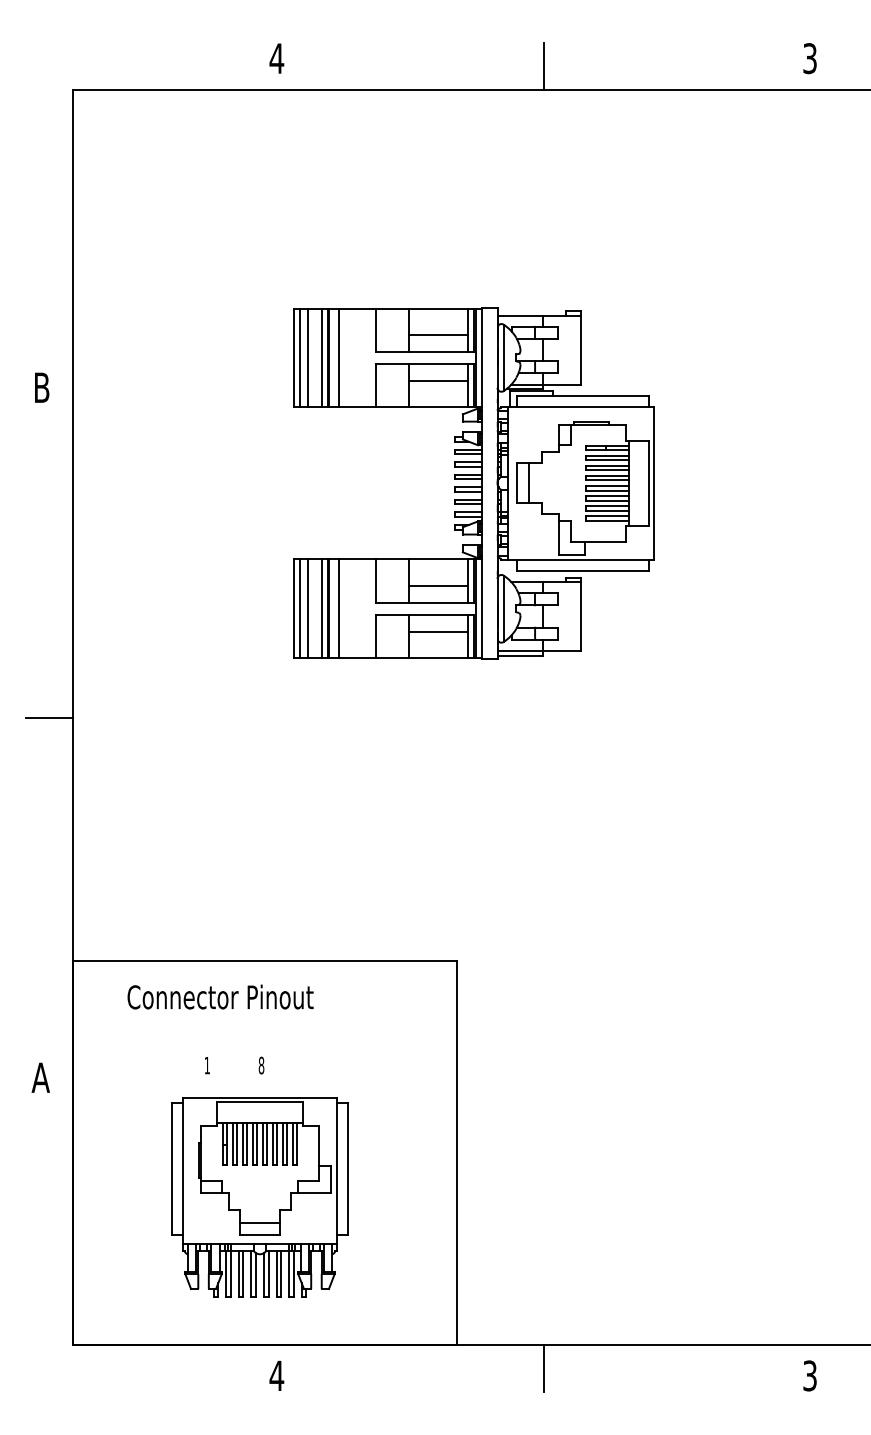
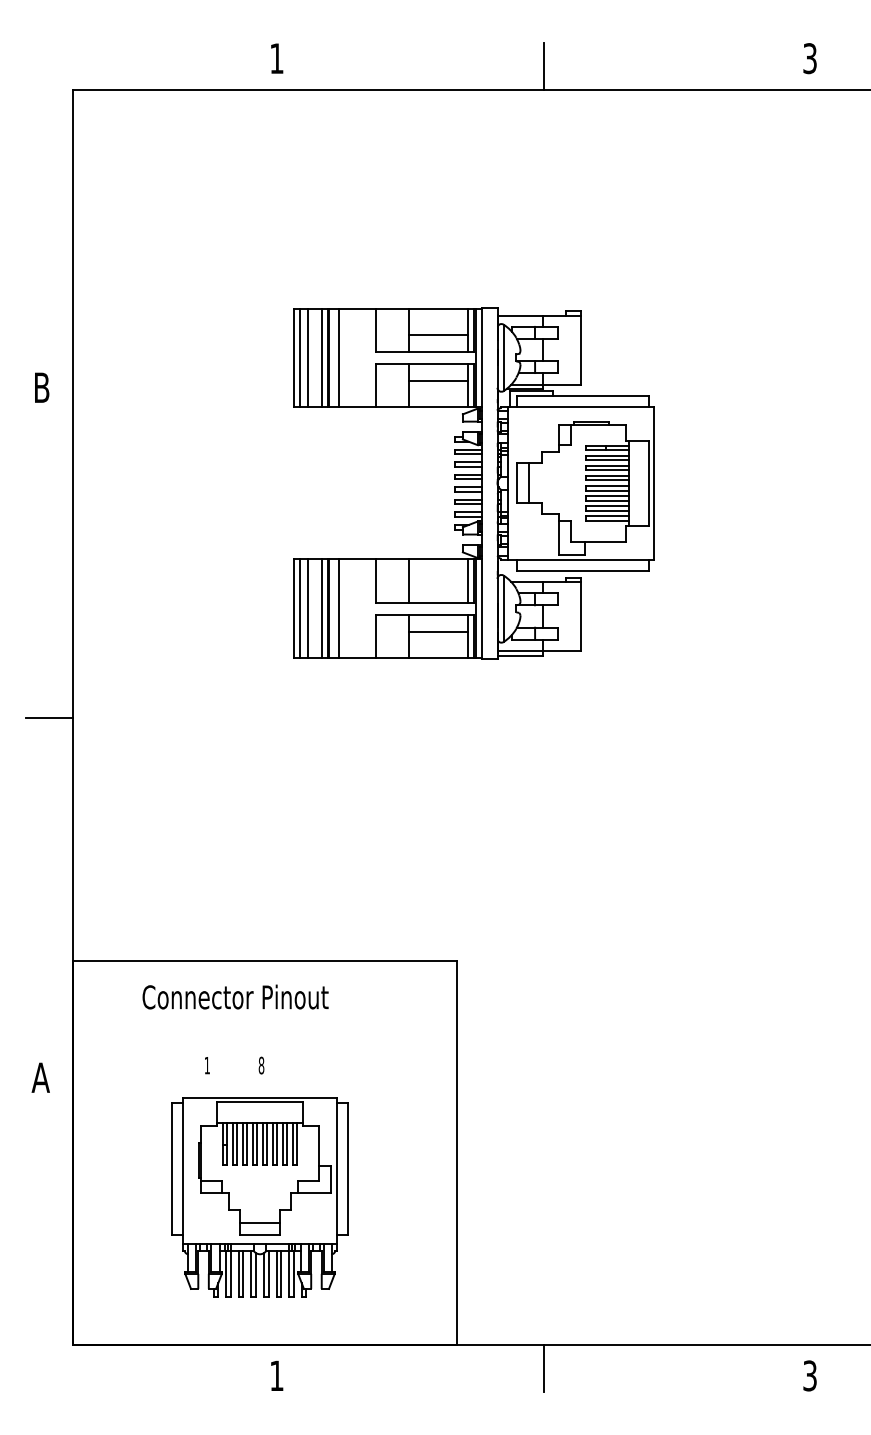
text at (276, 58): 4 -> 1
line at (438, 585): present -> none
text at (220, 996) position: (220, 996) -> (235, 996)
text at (276, 1375): 4 -> 1
